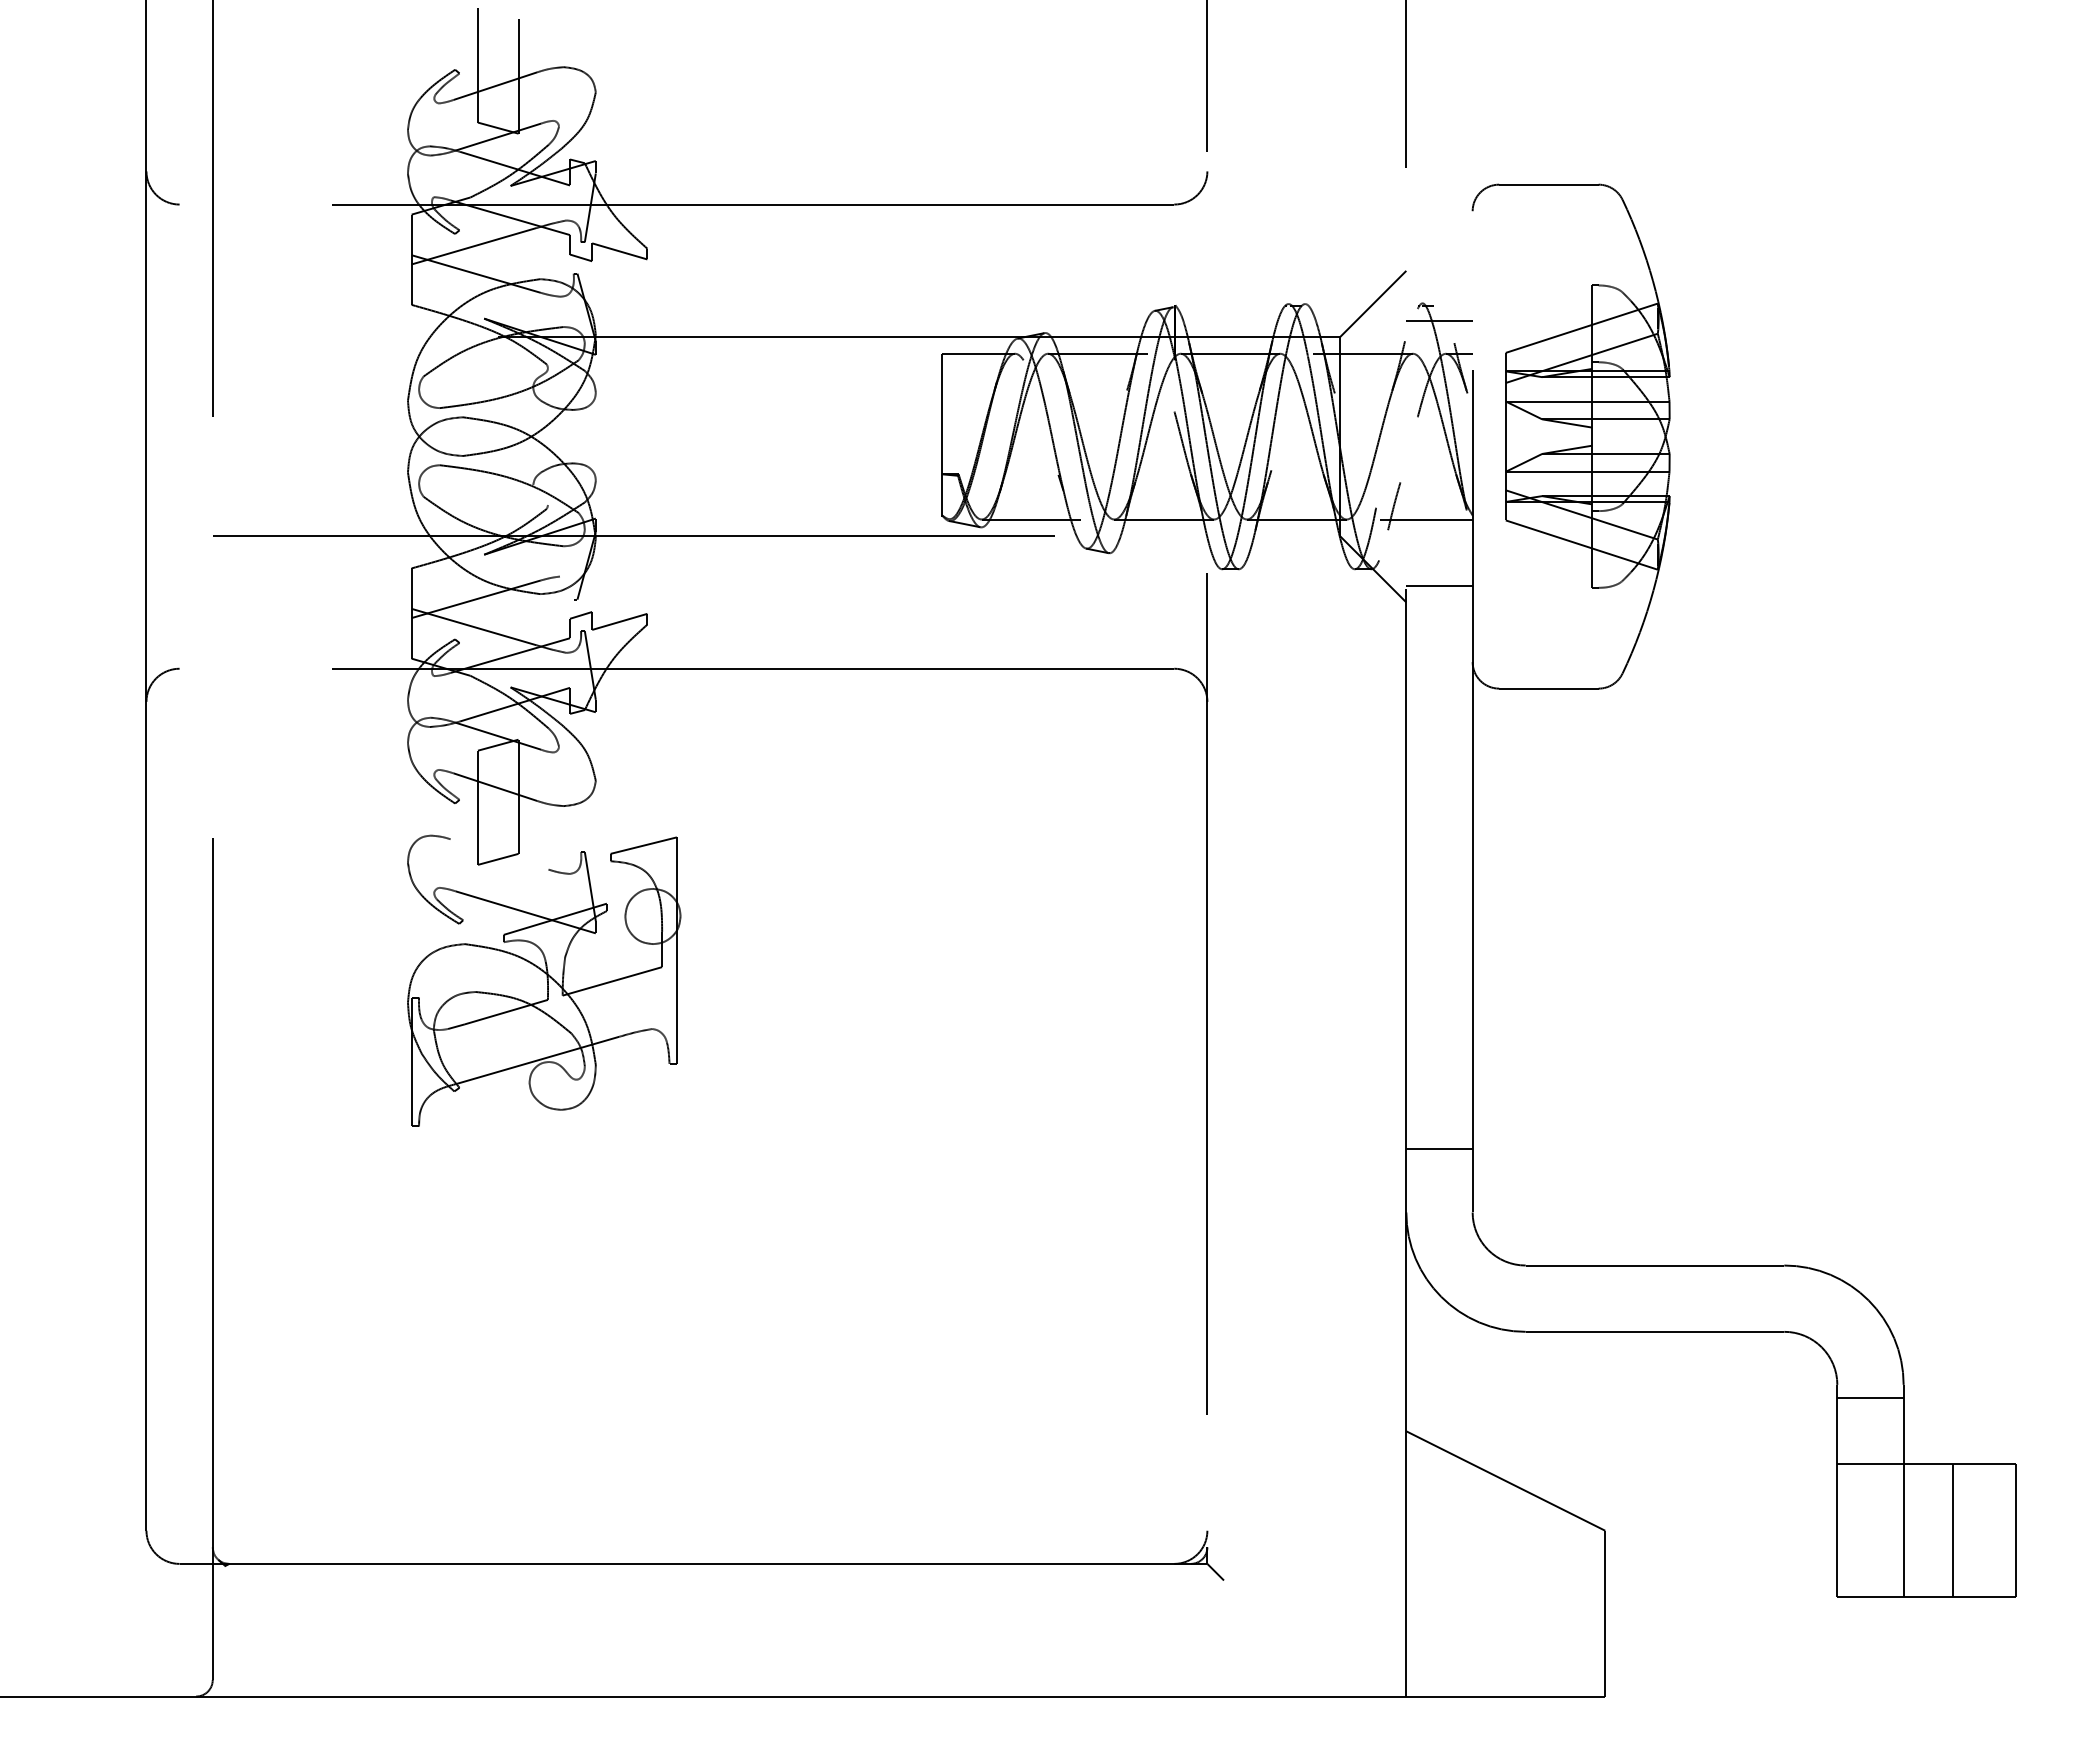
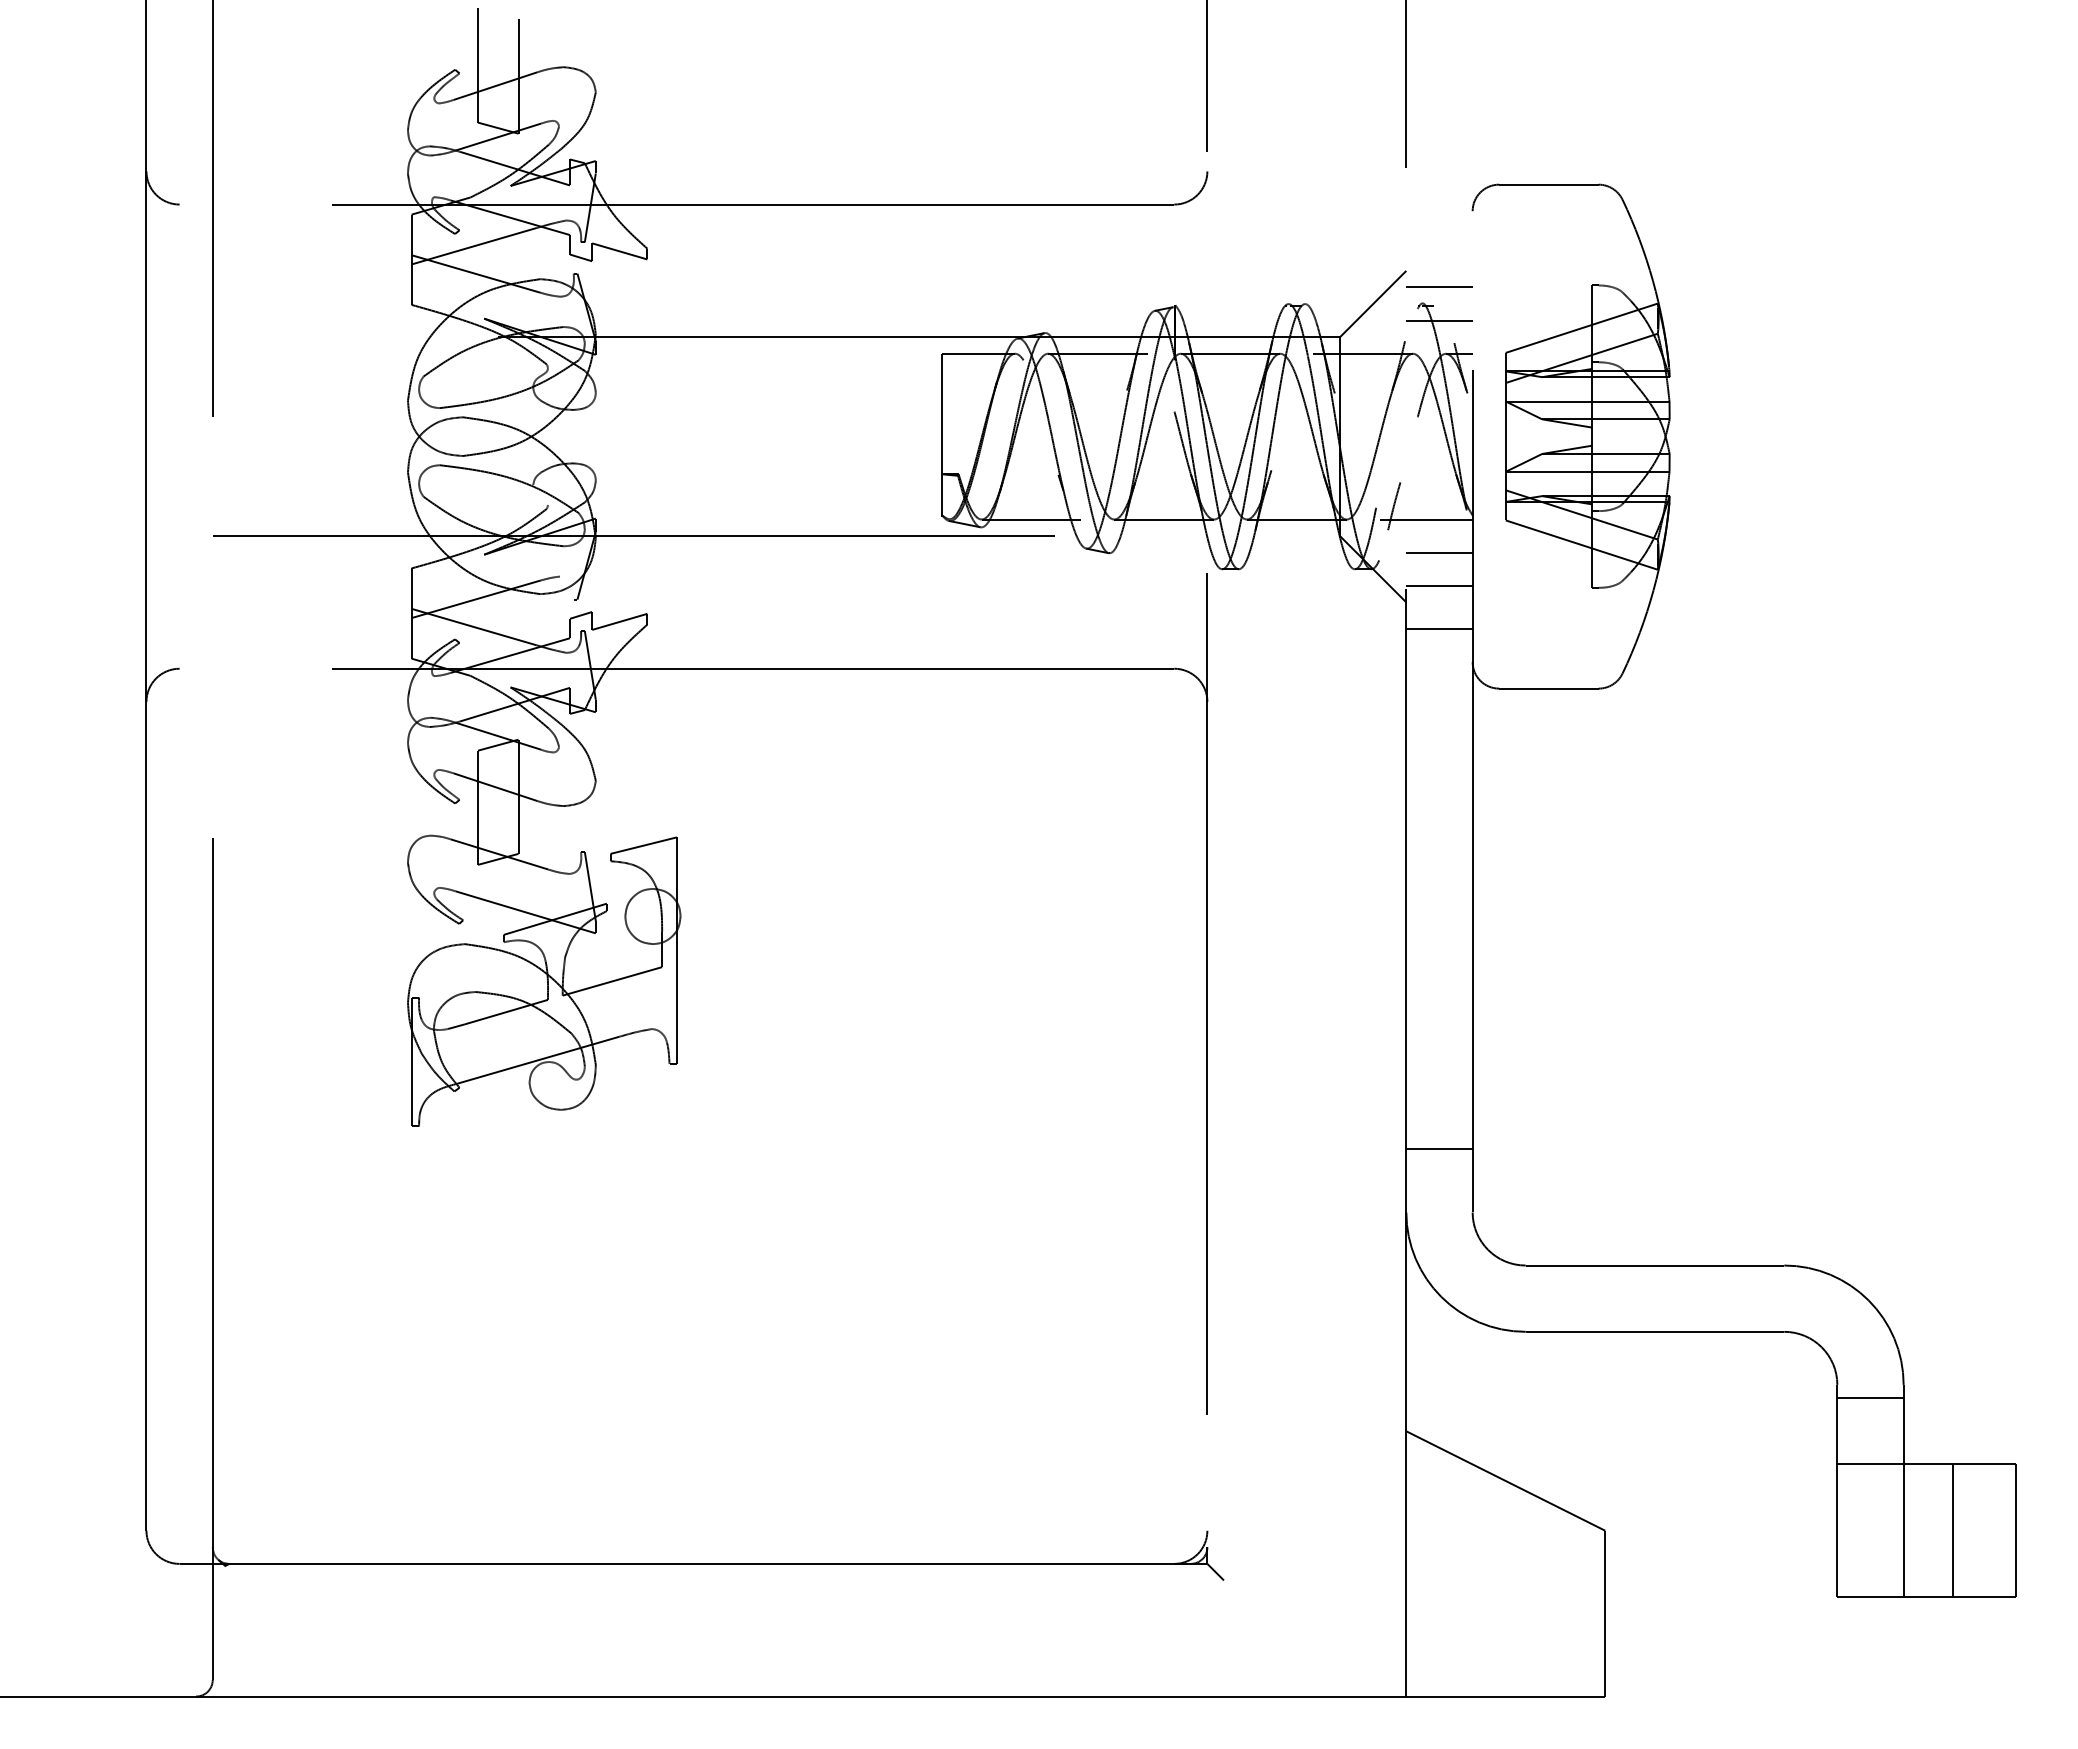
line at (1439, 286): none -> present
line at (1439, 552): none -> present
line at (1439, 628): none -> present
line at (499, 854): none -> present
